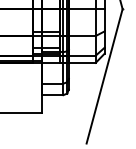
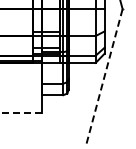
line at (104, 76): solid -> dashed
line at (21, 112): solid -> dashed
